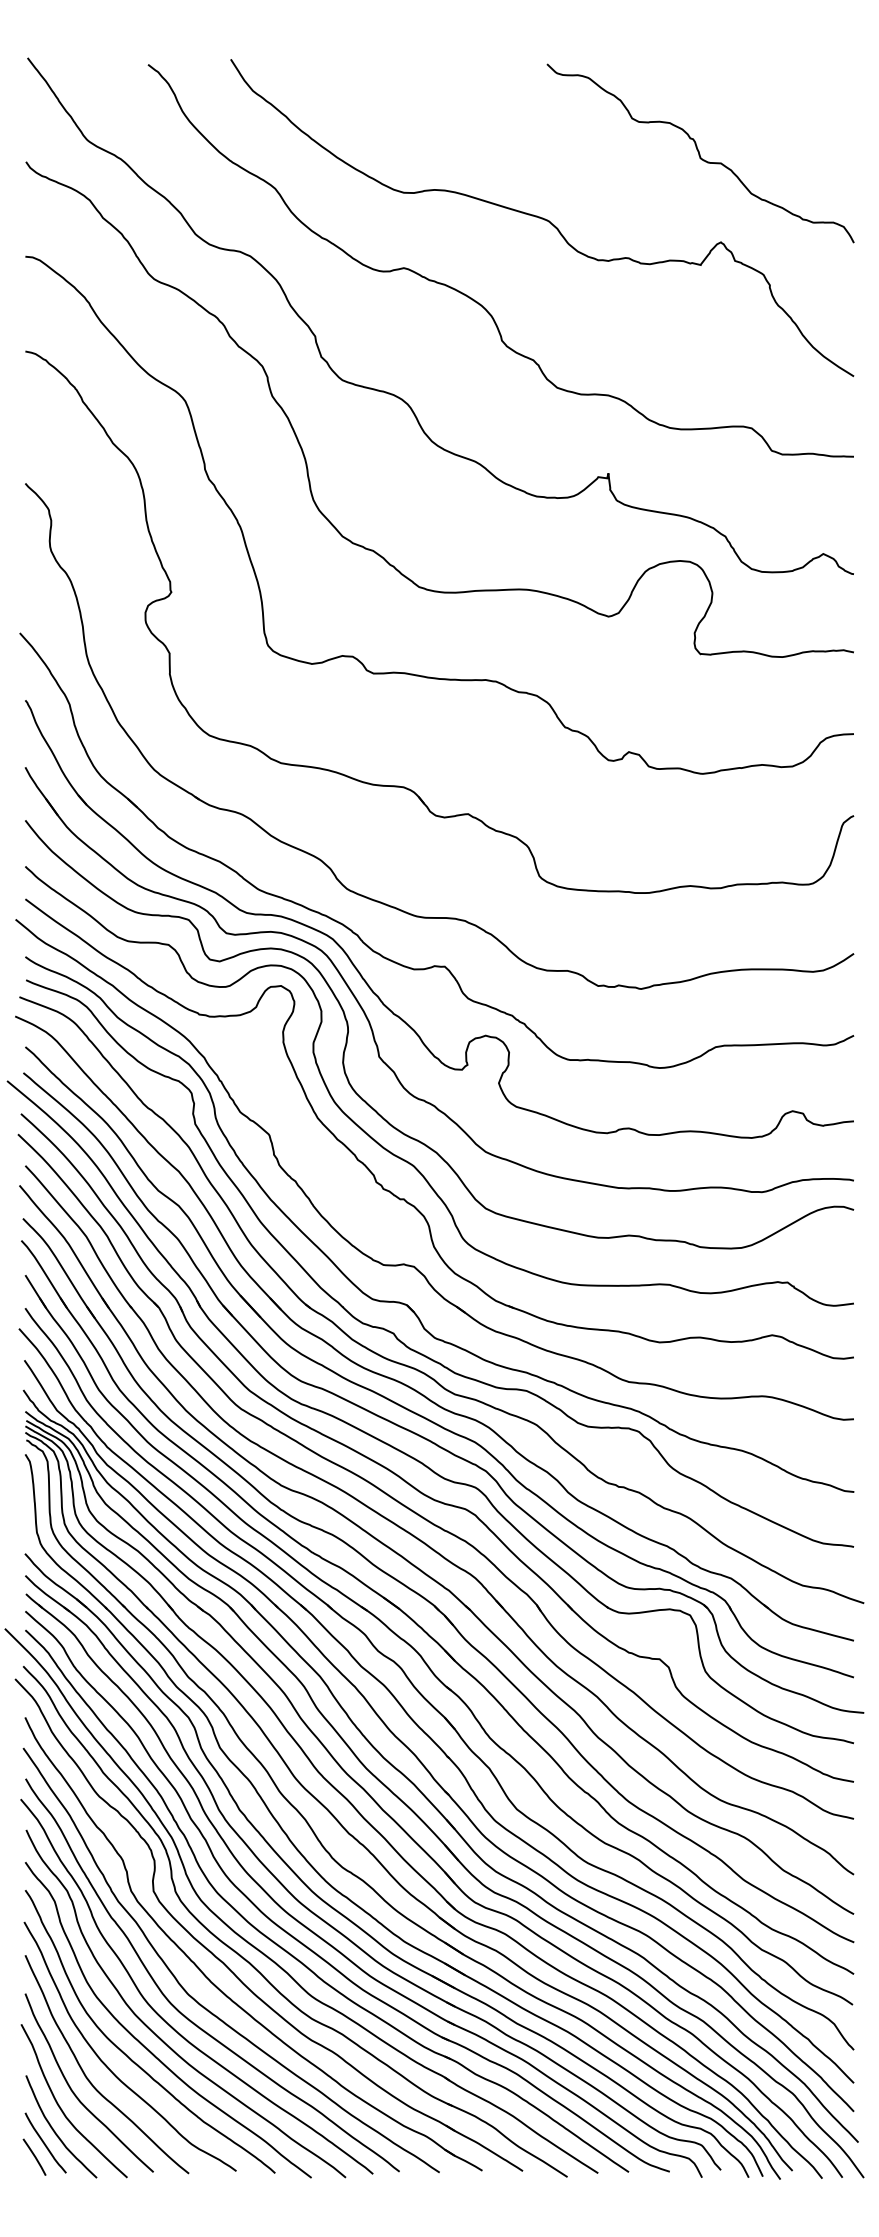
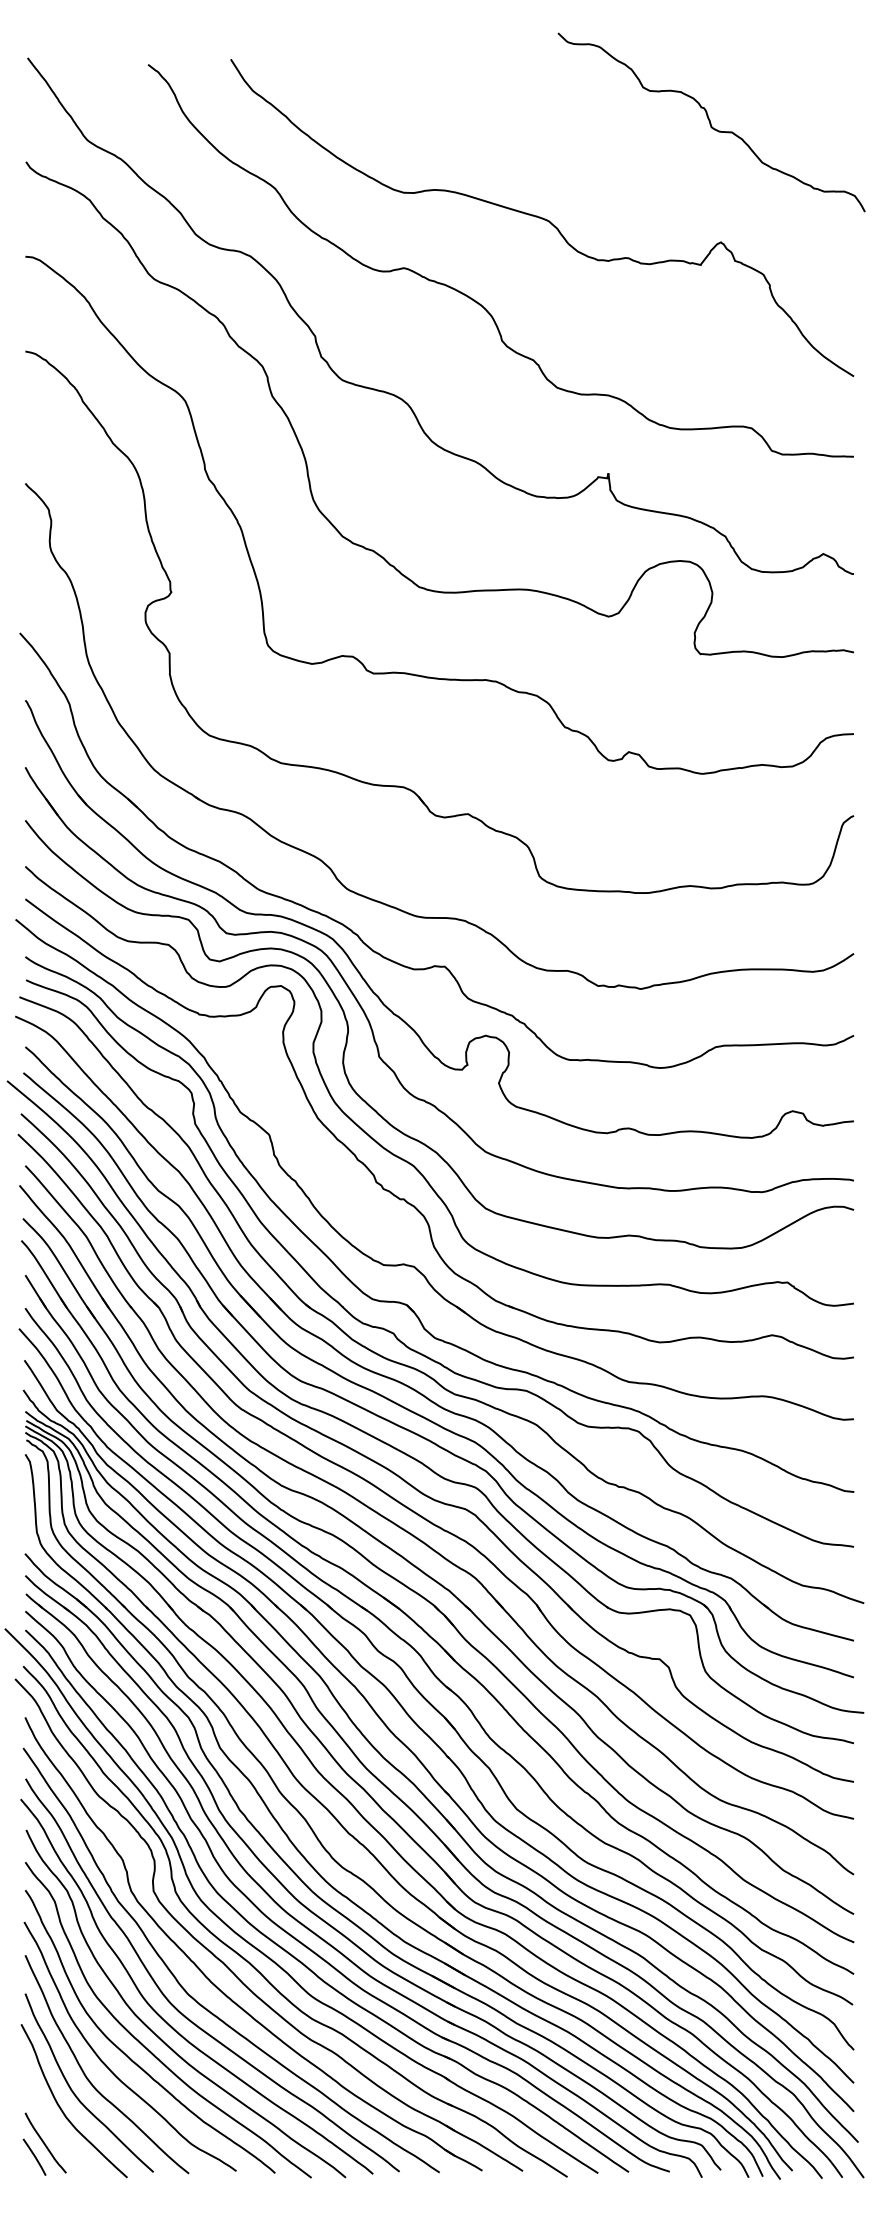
curve at (699, 153) position: (699, 153) -> (710, 122)
curve at (54, 2129): present -> none
